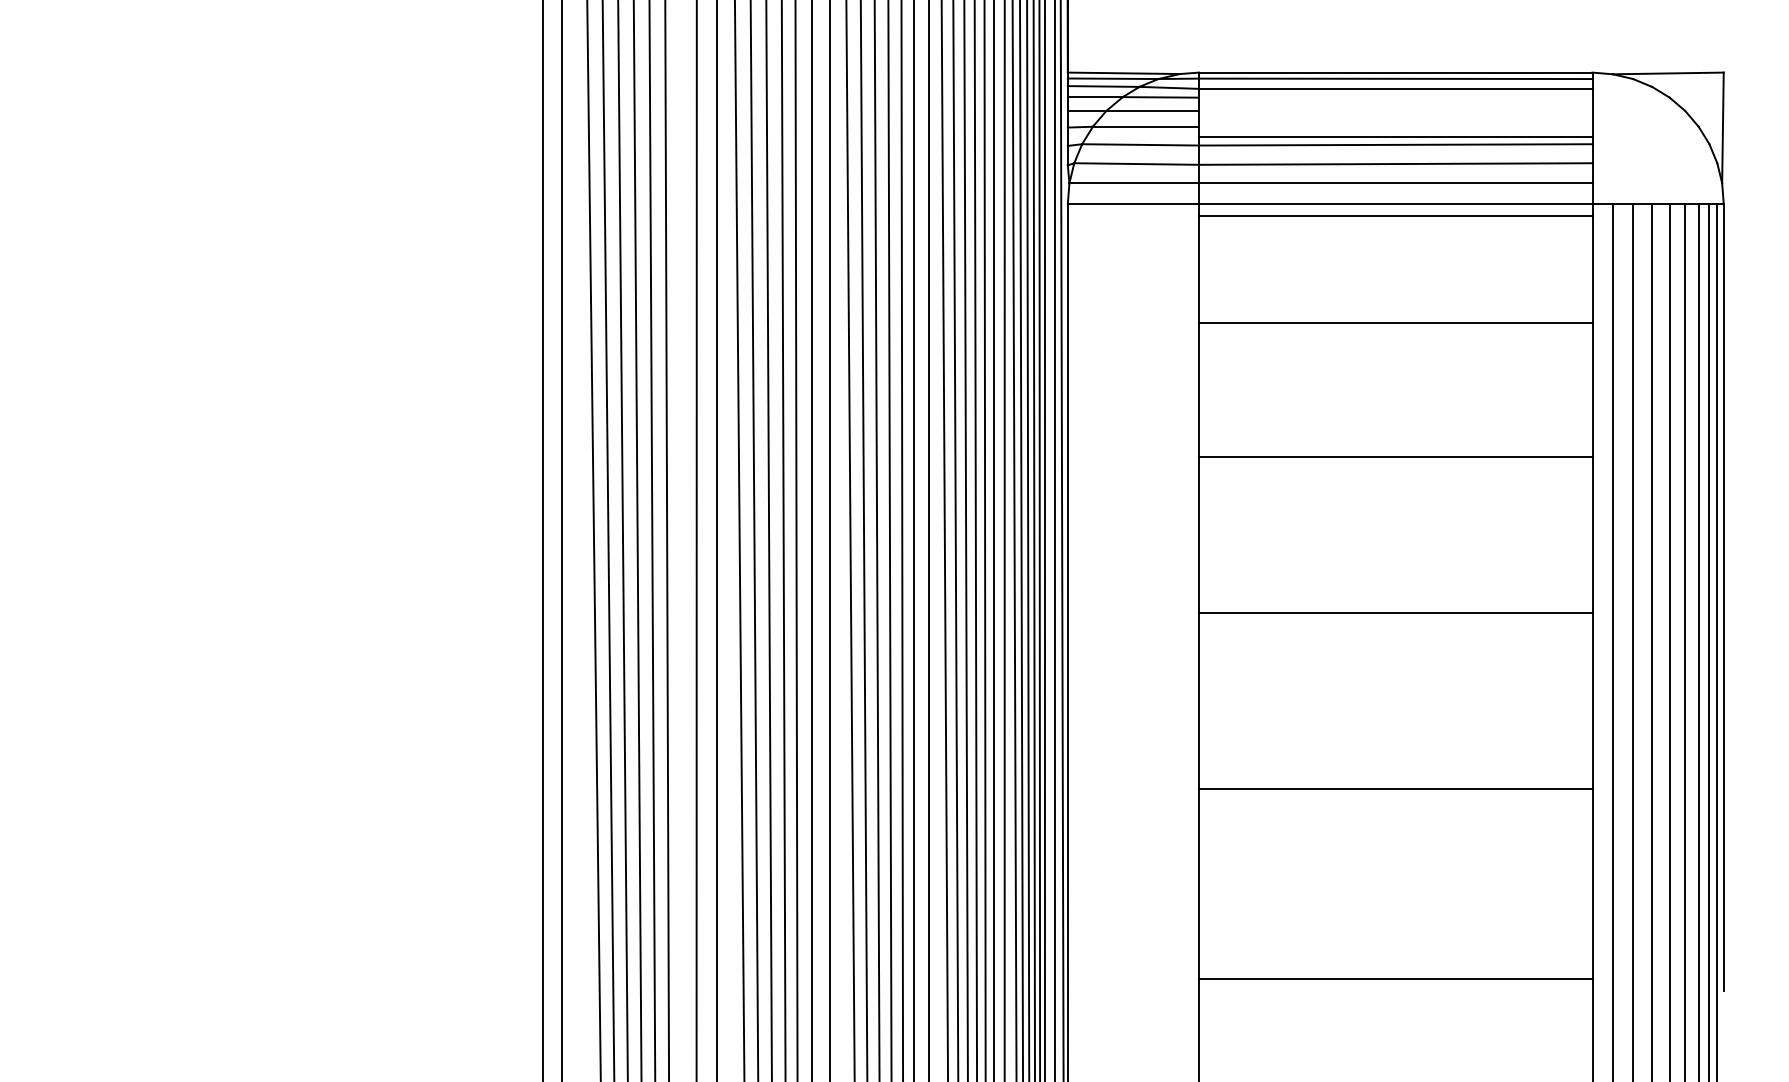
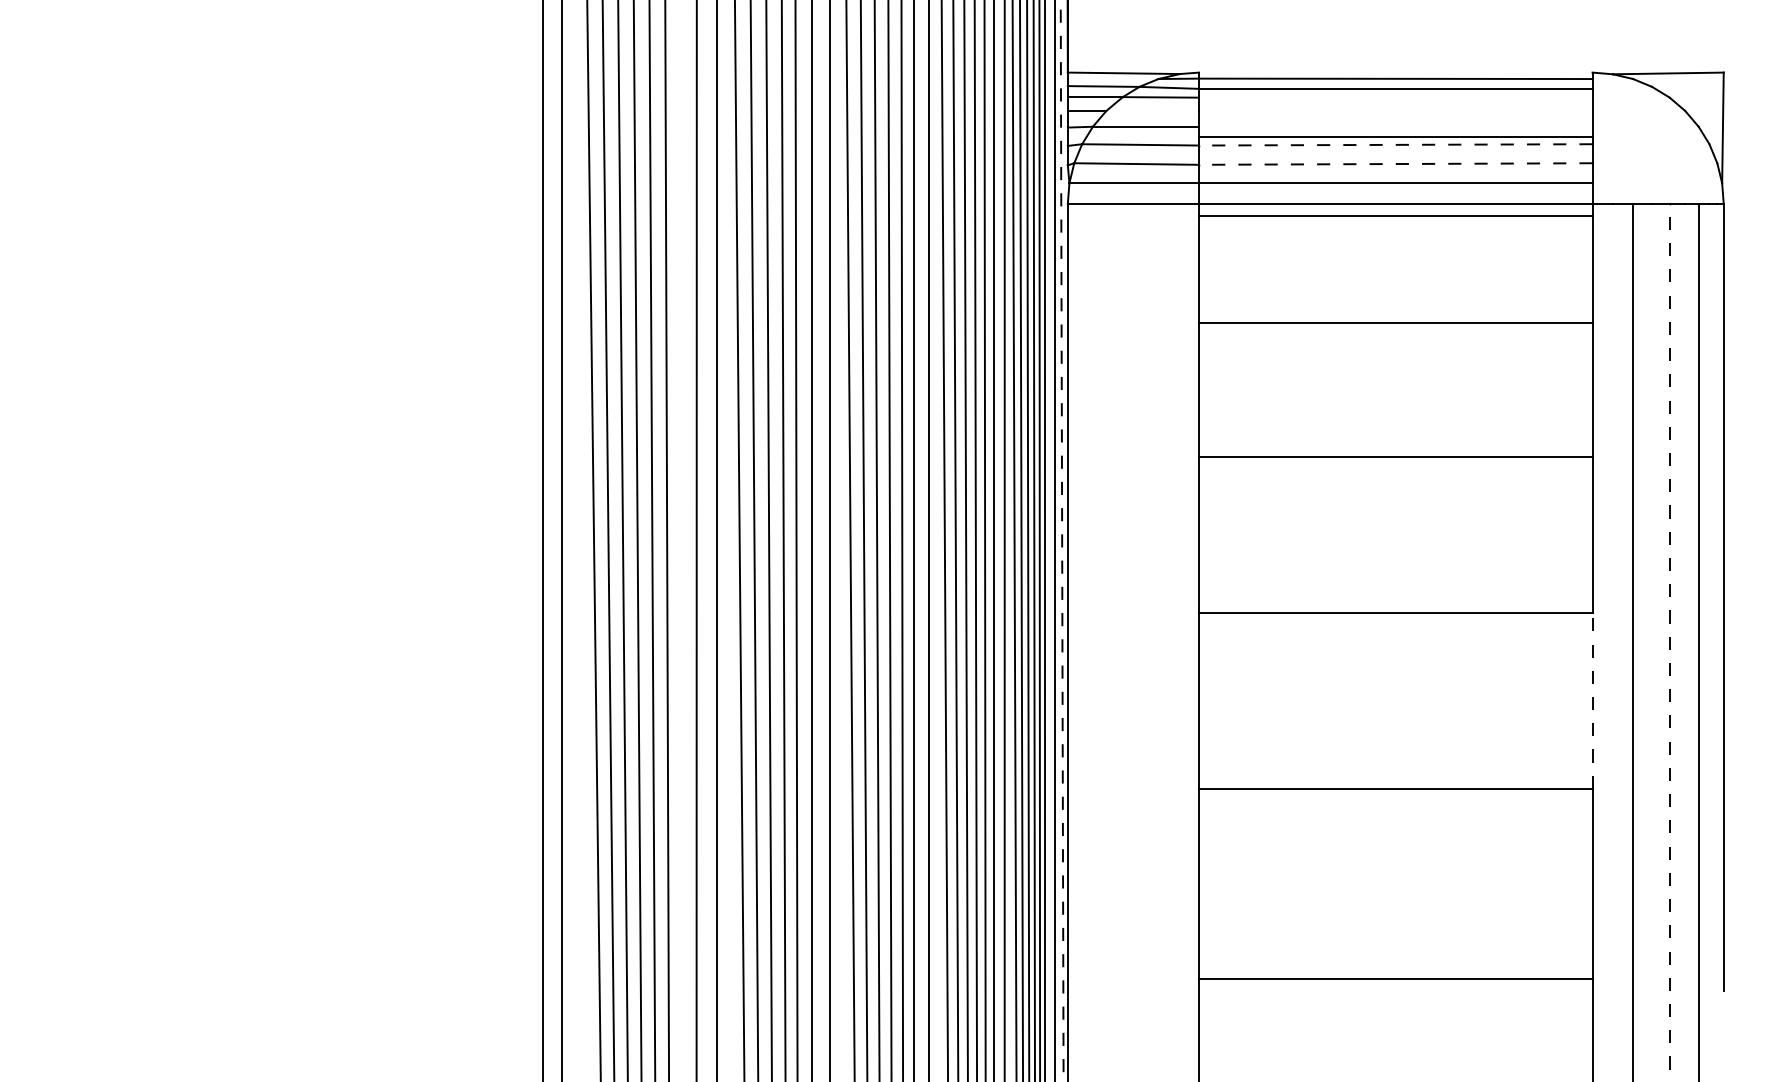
line at (1395, 72): present -> none
line at (1112, 78): present -> none
line at (1152, 111): present -> none
line at (1395, 144): solid -> dashed
line at (1395, 164): solid -> dashed
line at (1062, 540): solid -> dashed
line at (1613, 640): present -> none
line at (1652, 640): present -> none
line at (1685, 640): present -> none
line at (1709, 640): present -> none
line at (1717, 640): present -> none
line at (1669, 642): solid -> dashed
line at (1592, 701): solid -> dashed
